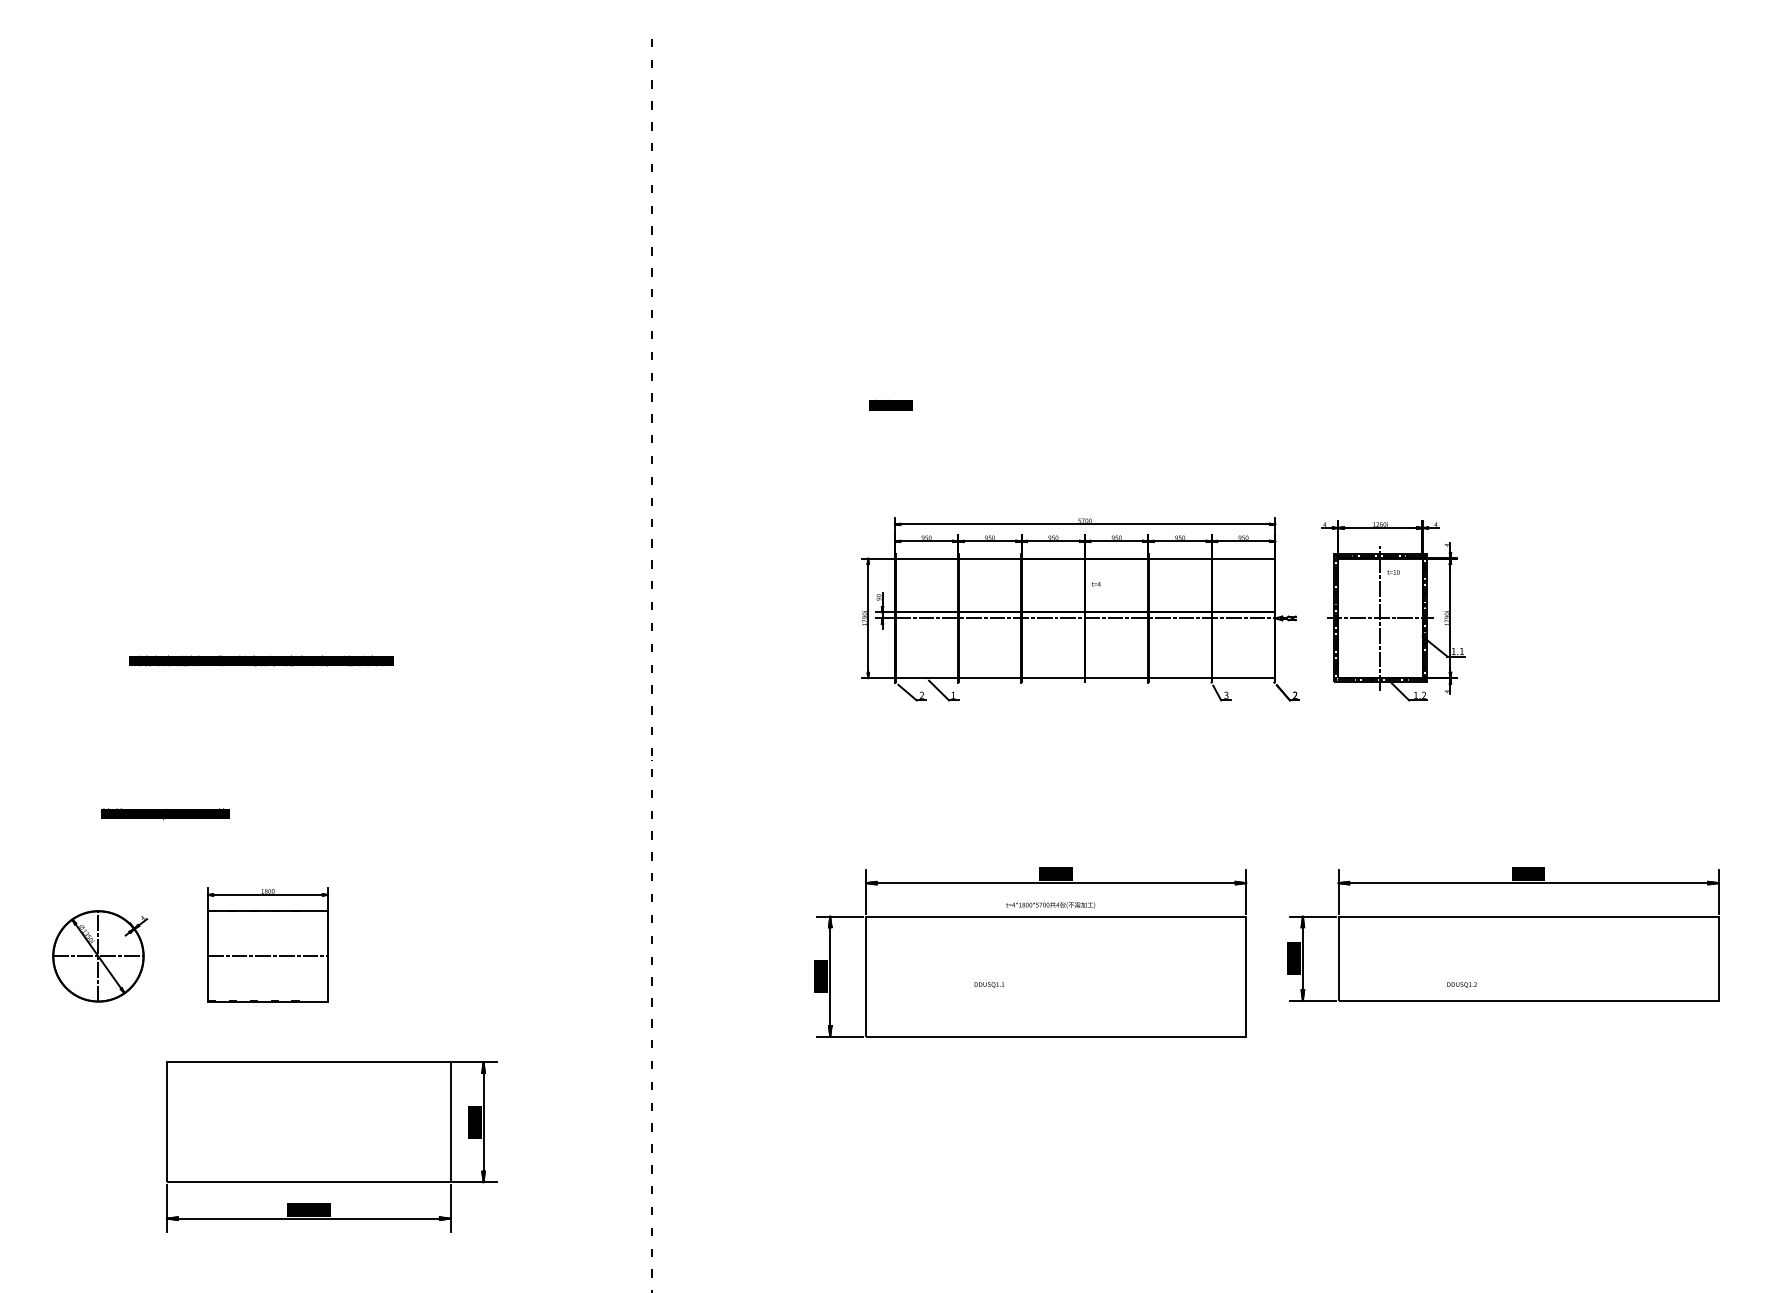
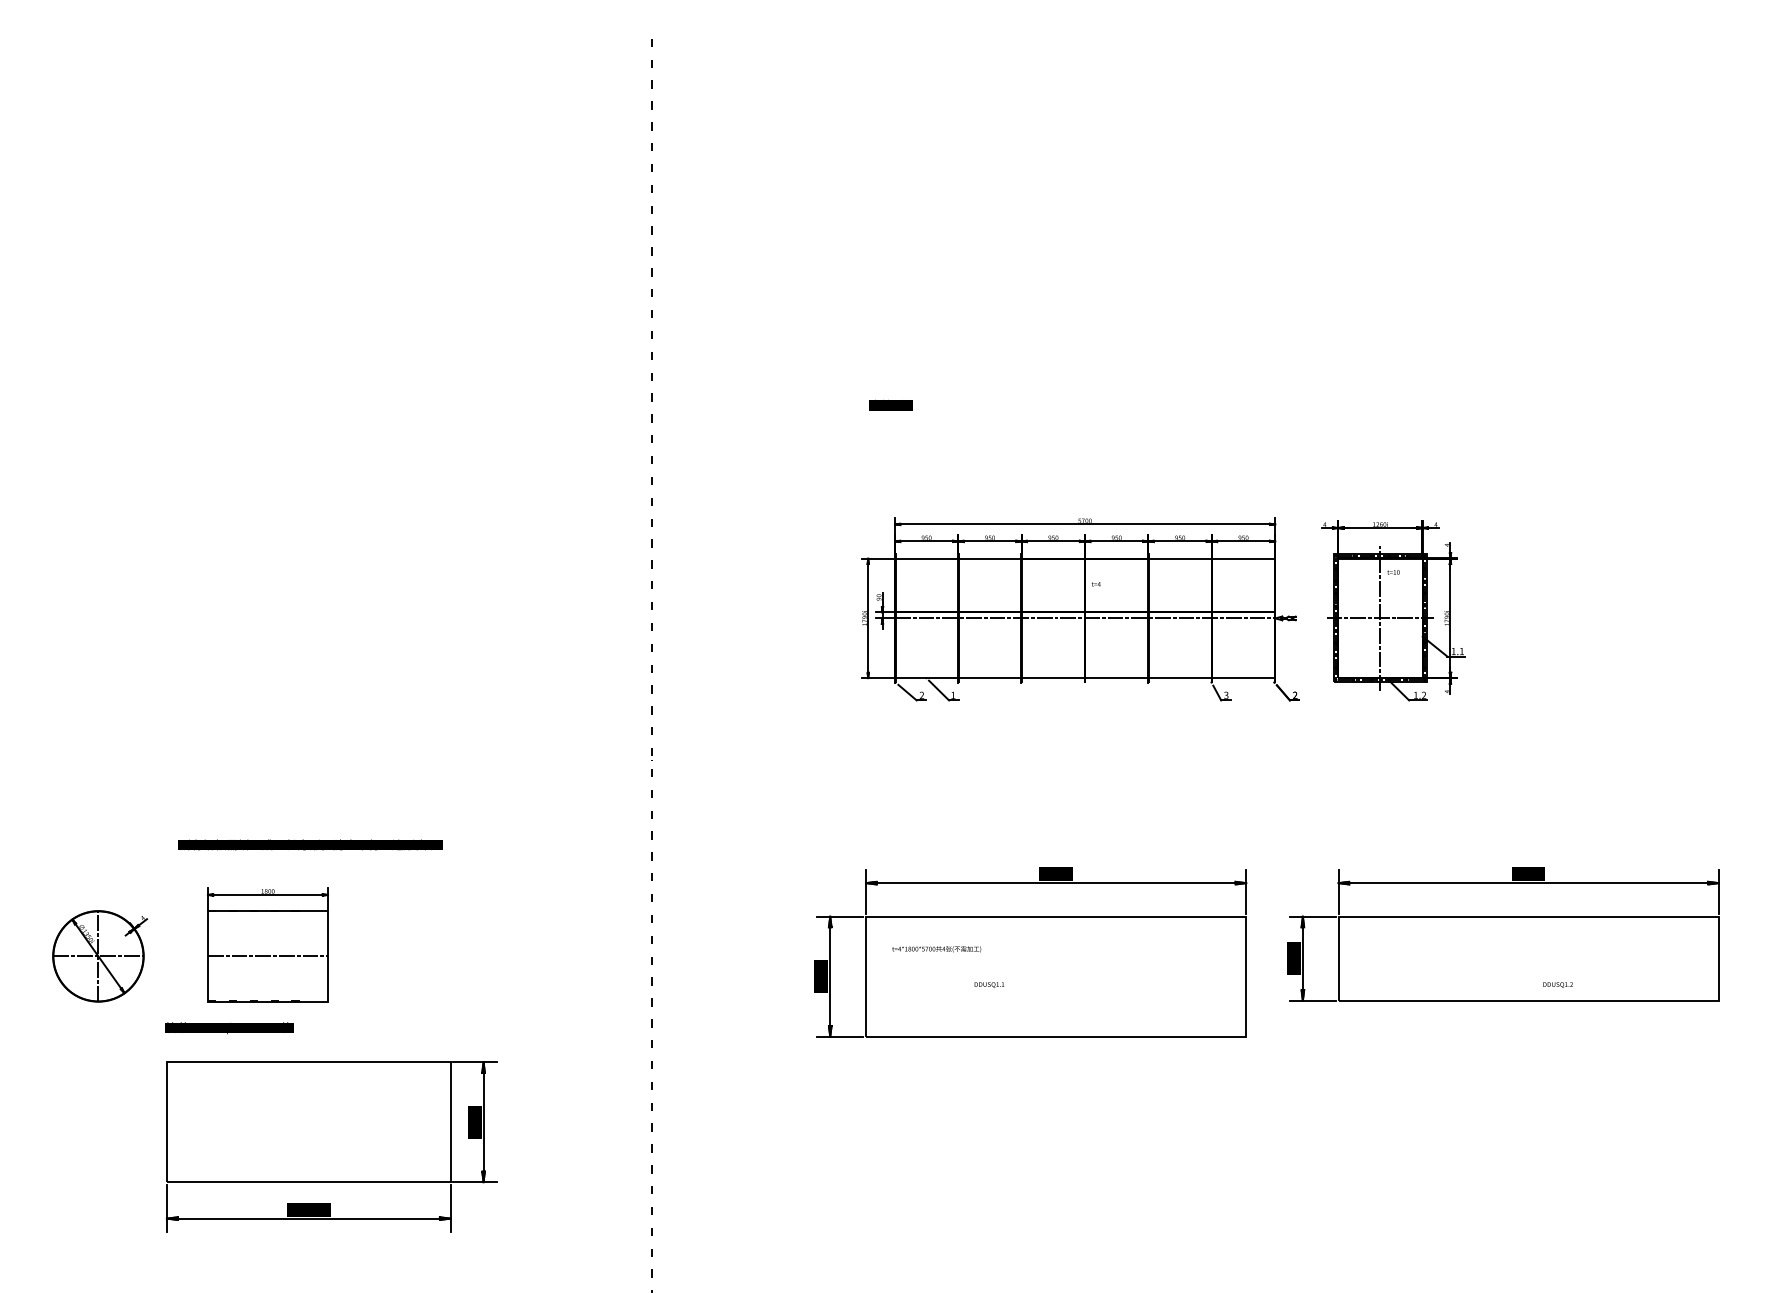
text at (261, 660) position: (261, 660) -> (310, 844)
text at (165, 814) position: (165, 814) -> (229, 1028)
text at (1050, 905) position: (1050, 905) -> (936, 949)
text at (1461, 984) position: (1461, 984) -> (1557, 984)
